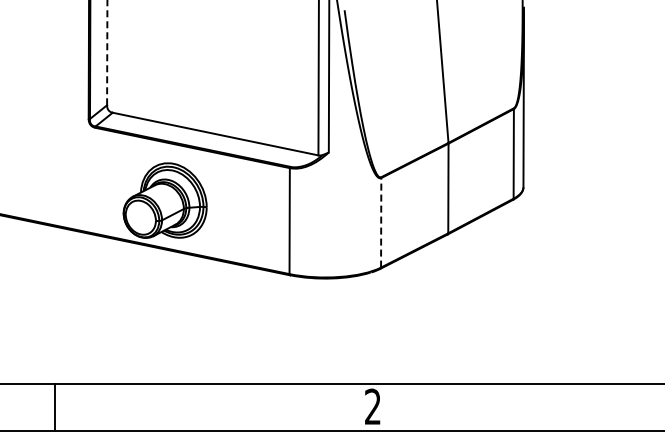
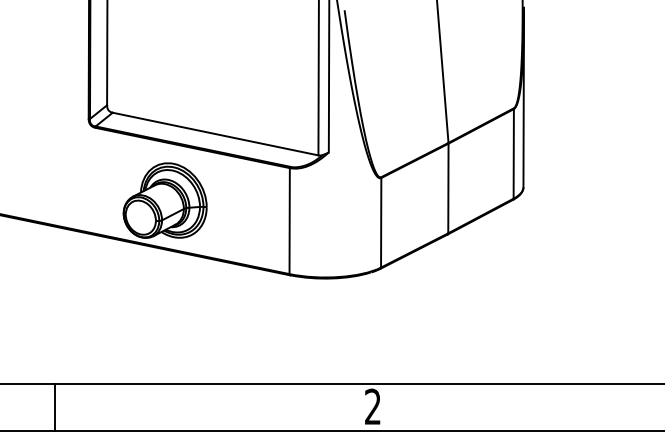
line at (107, 52): dashed -> solid
line at (381, 222): dashed -> solid
